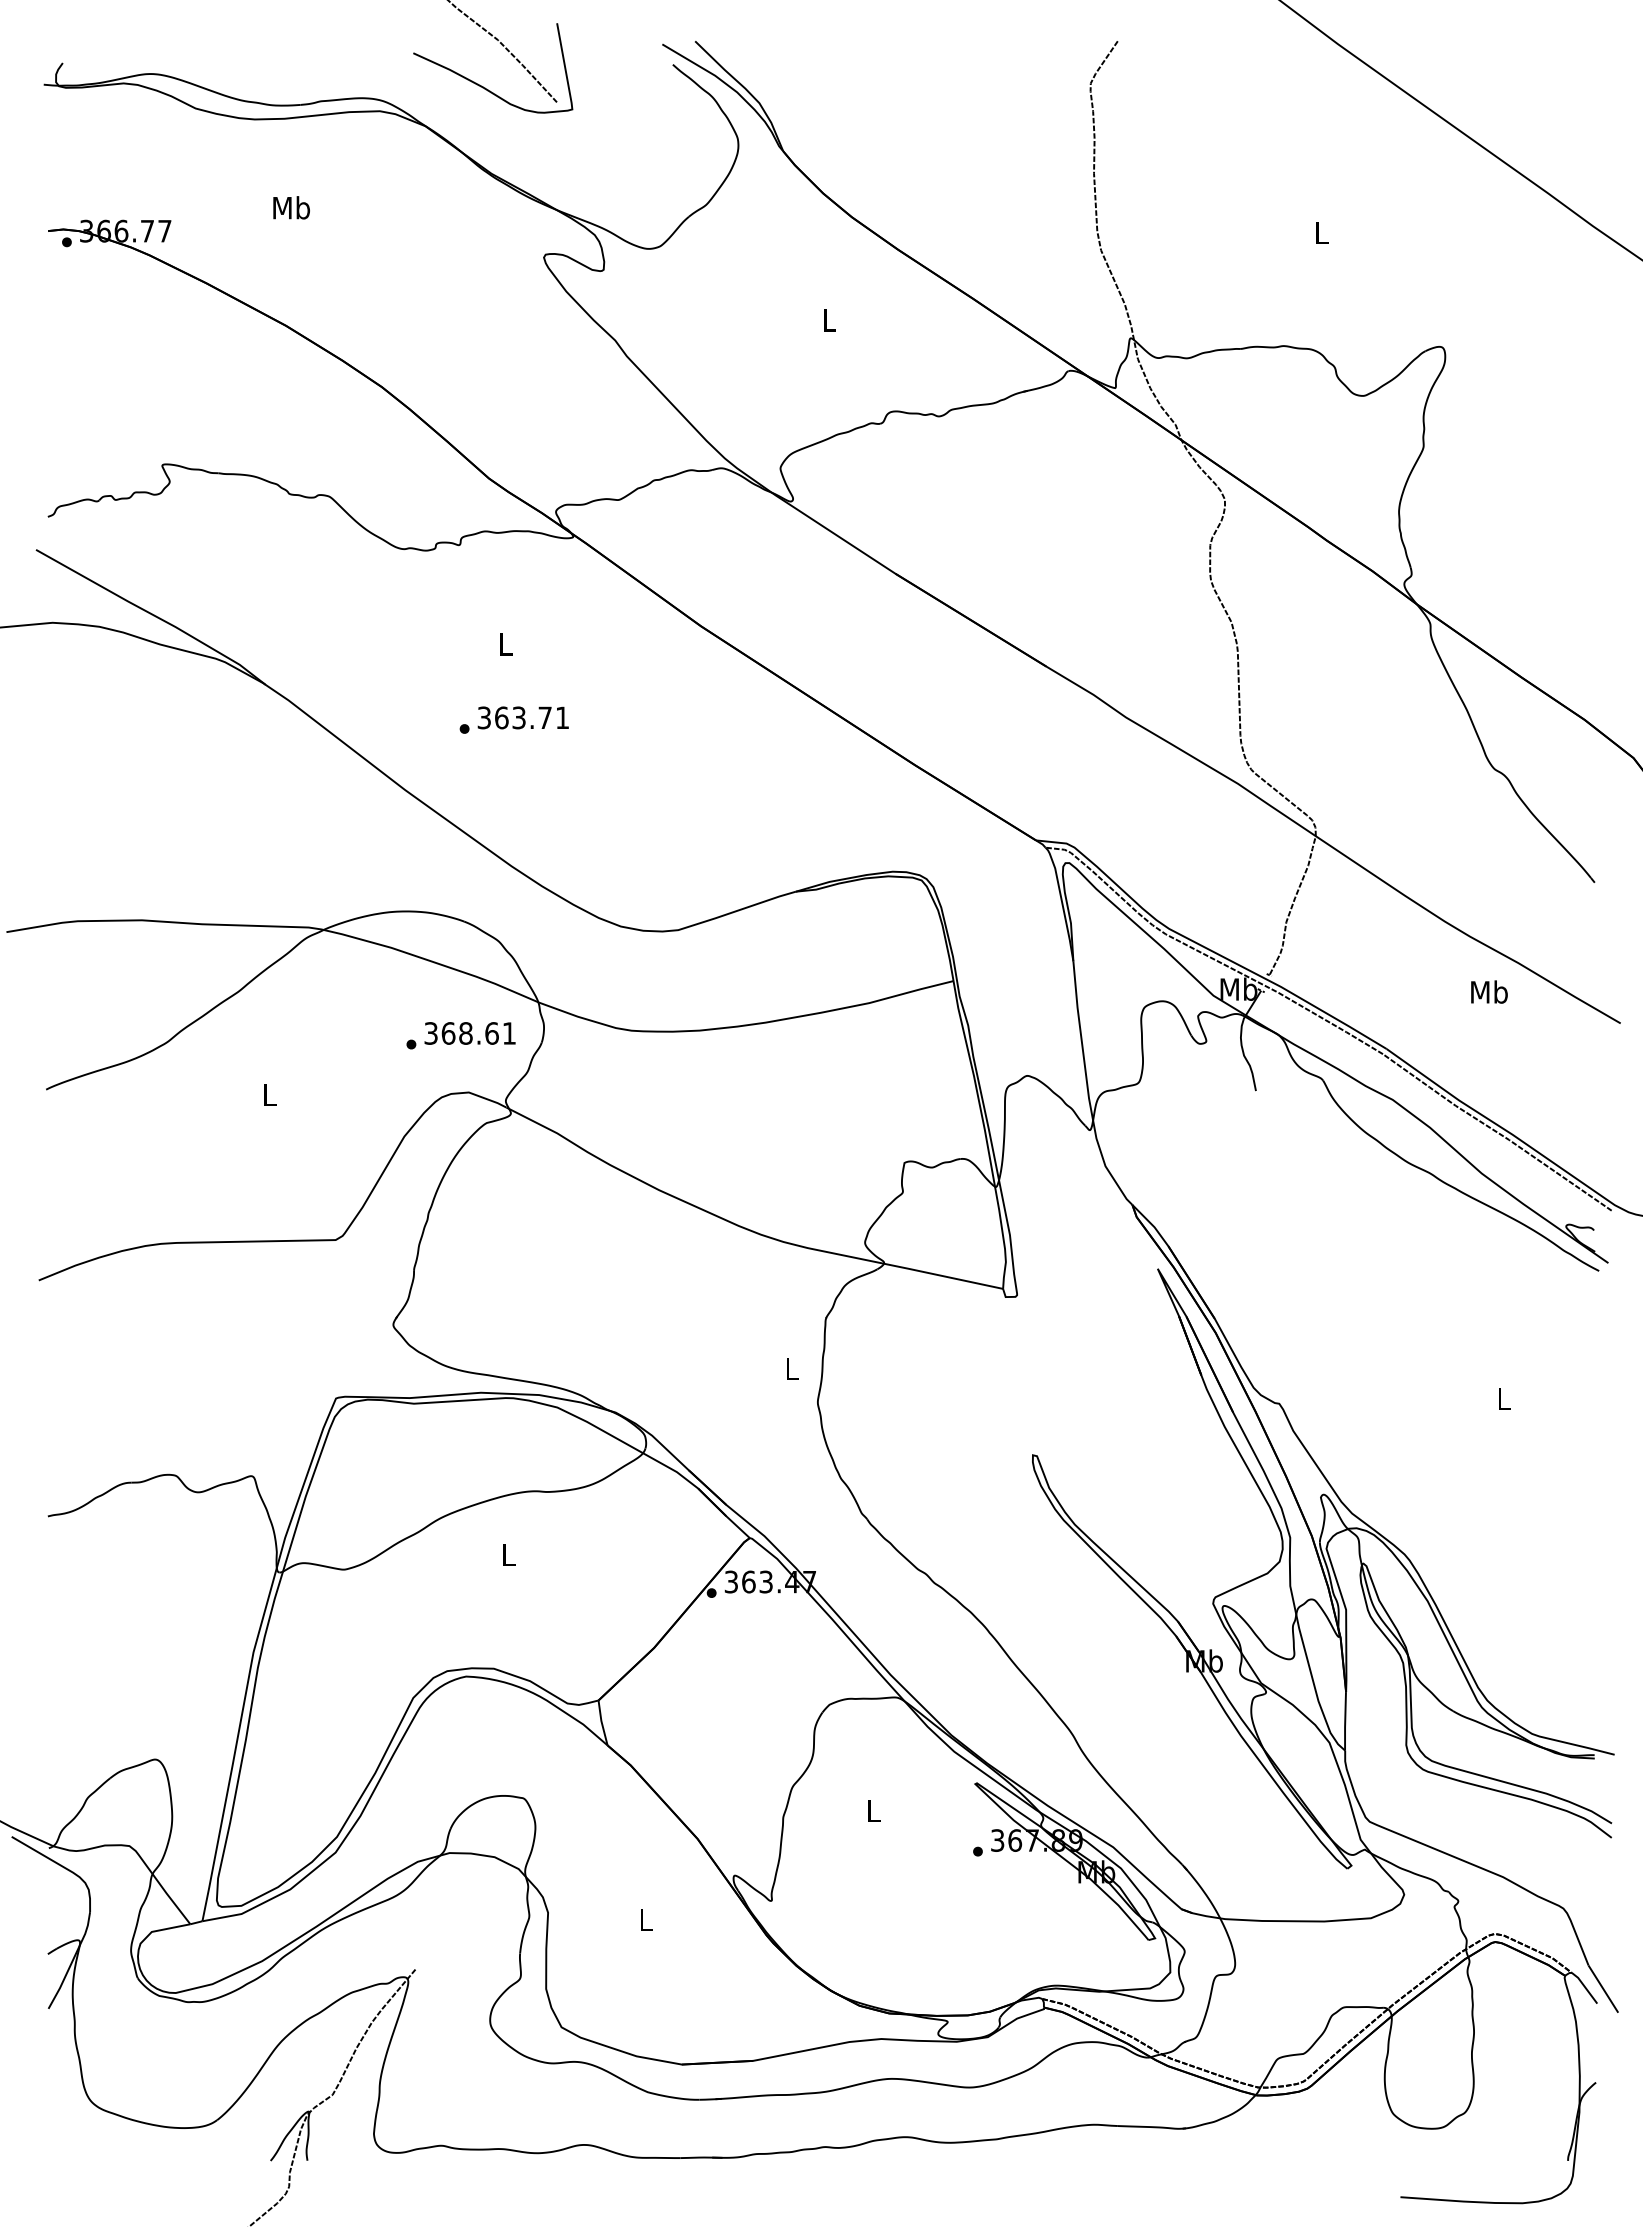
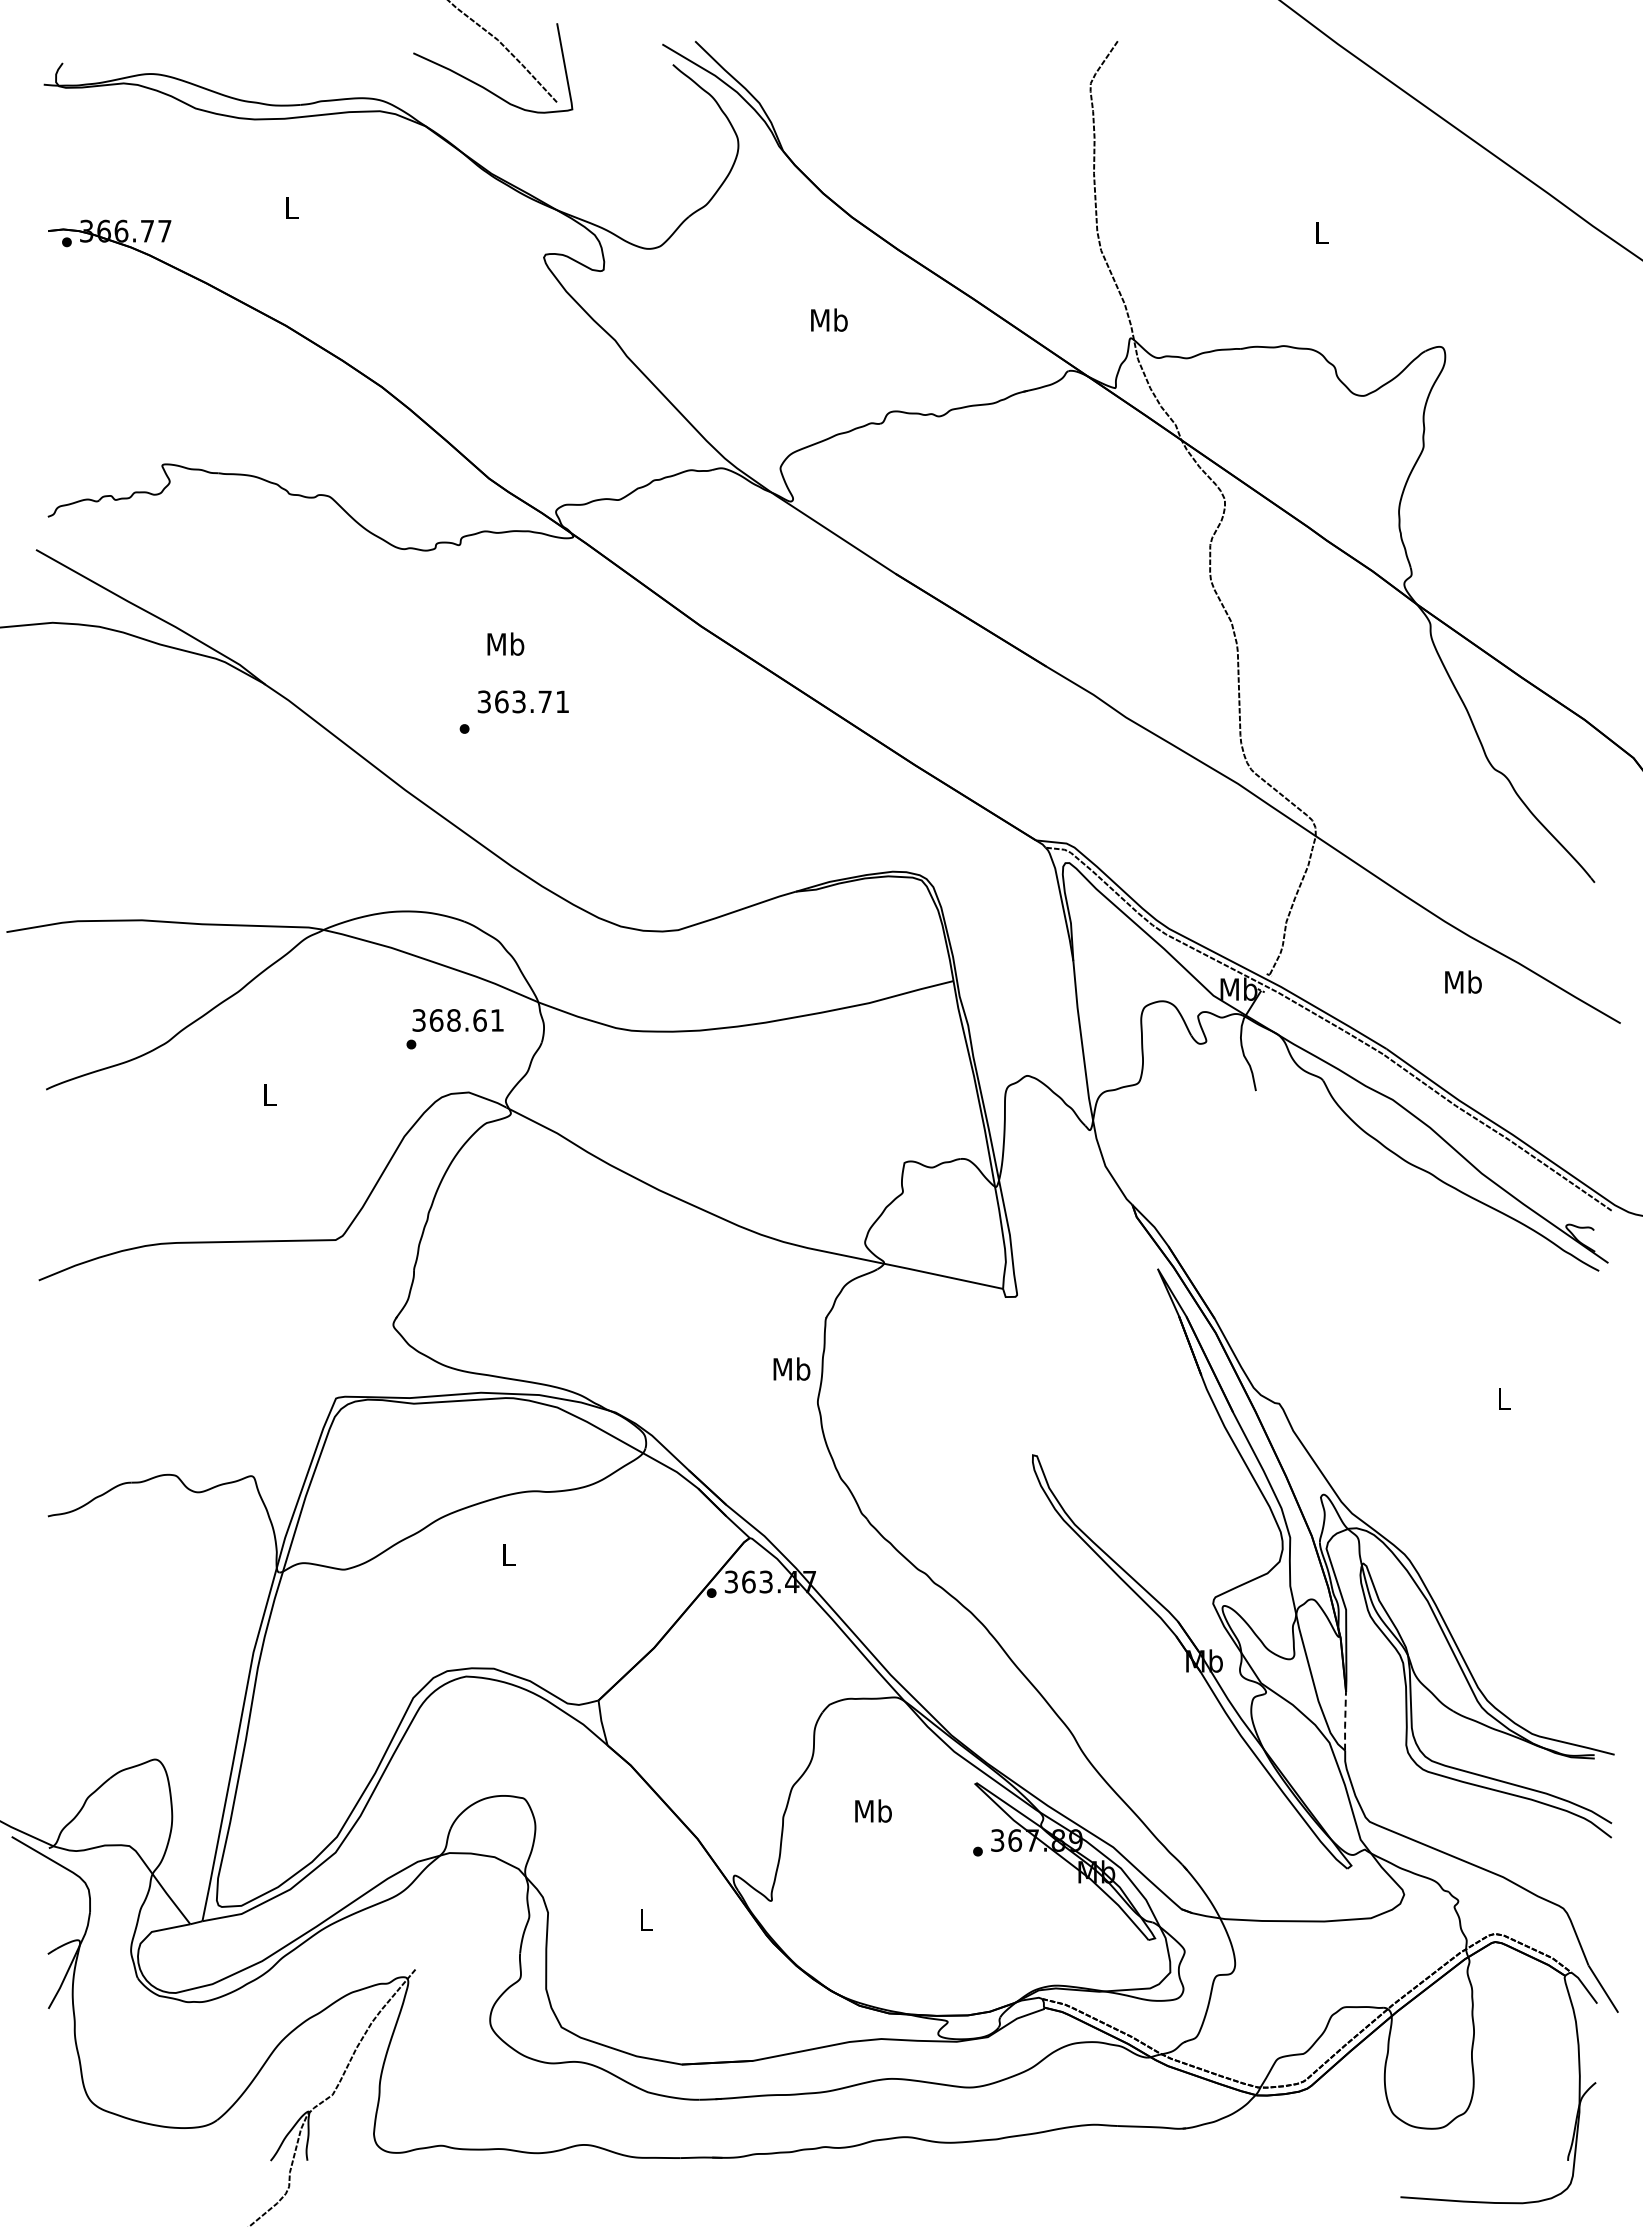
text at (291, 207): Mb -> L
text at (829, 319): L -> Mb
text at (505, 643): L -> Mb
text at (522, 717) position: (522, 717) -> (522, 701)
text at (1489, 991) position: (1489, 991) -> (1463, 981)
text at (469, 1033) position: (469, 1033) -> (457, 1020)
text at (791, 1368): L -> Mb
line at (1345, 1721): solid -> dashed
text at (873, 1810): L -> Mb
